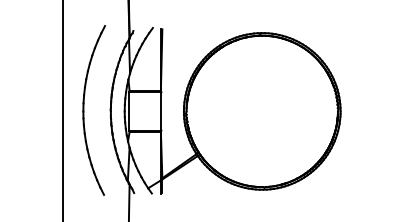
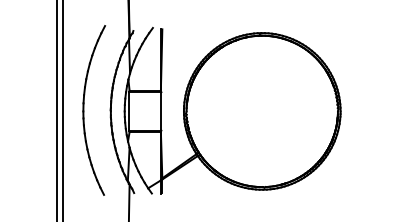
line at (56, 110): none -> present
